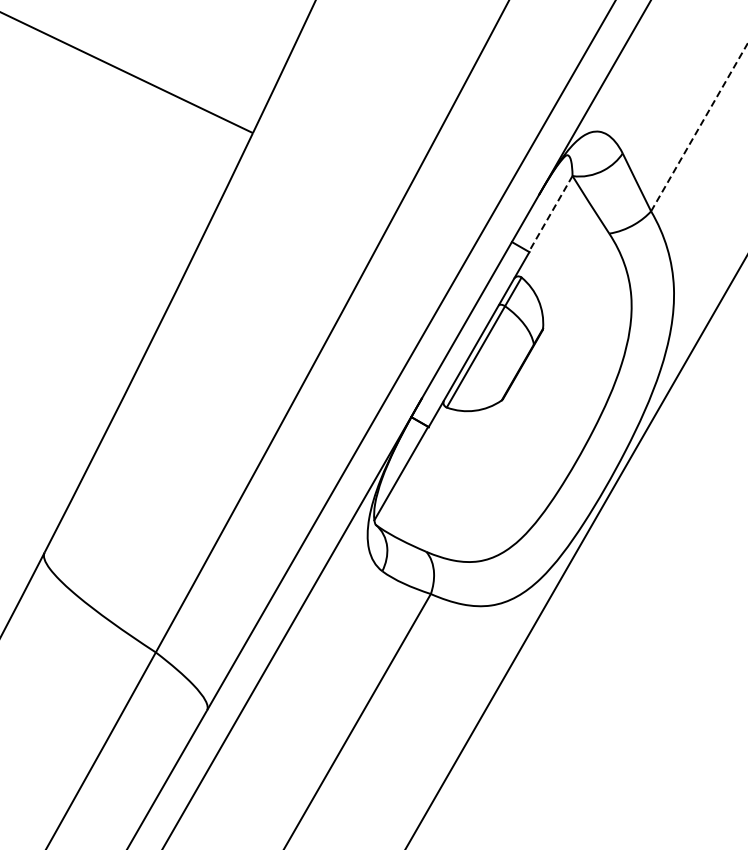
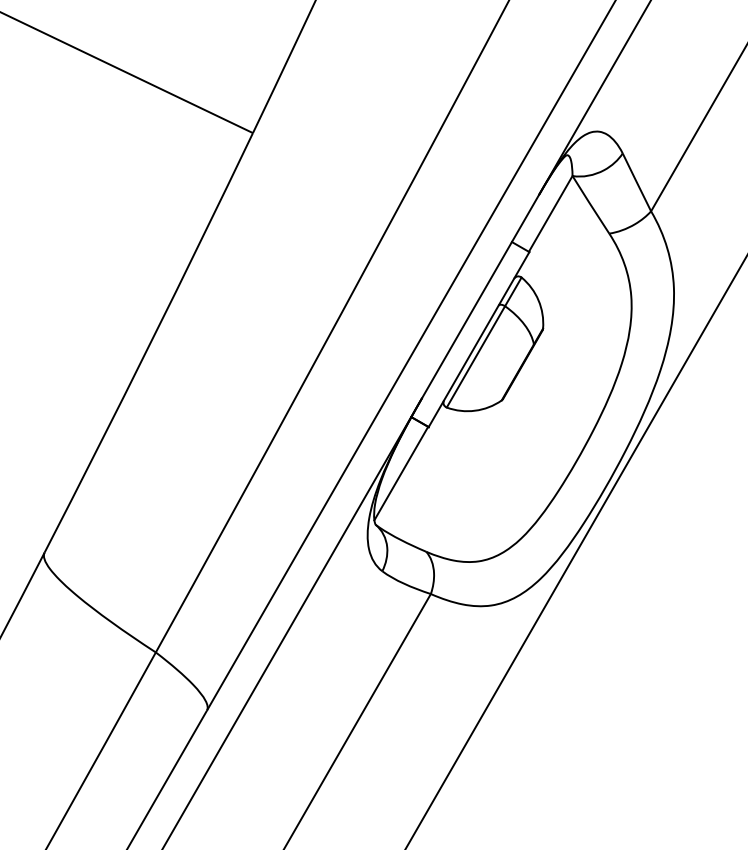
line at (699, 127): dashed -> solid
line at (550, 213): dashed -> solid
